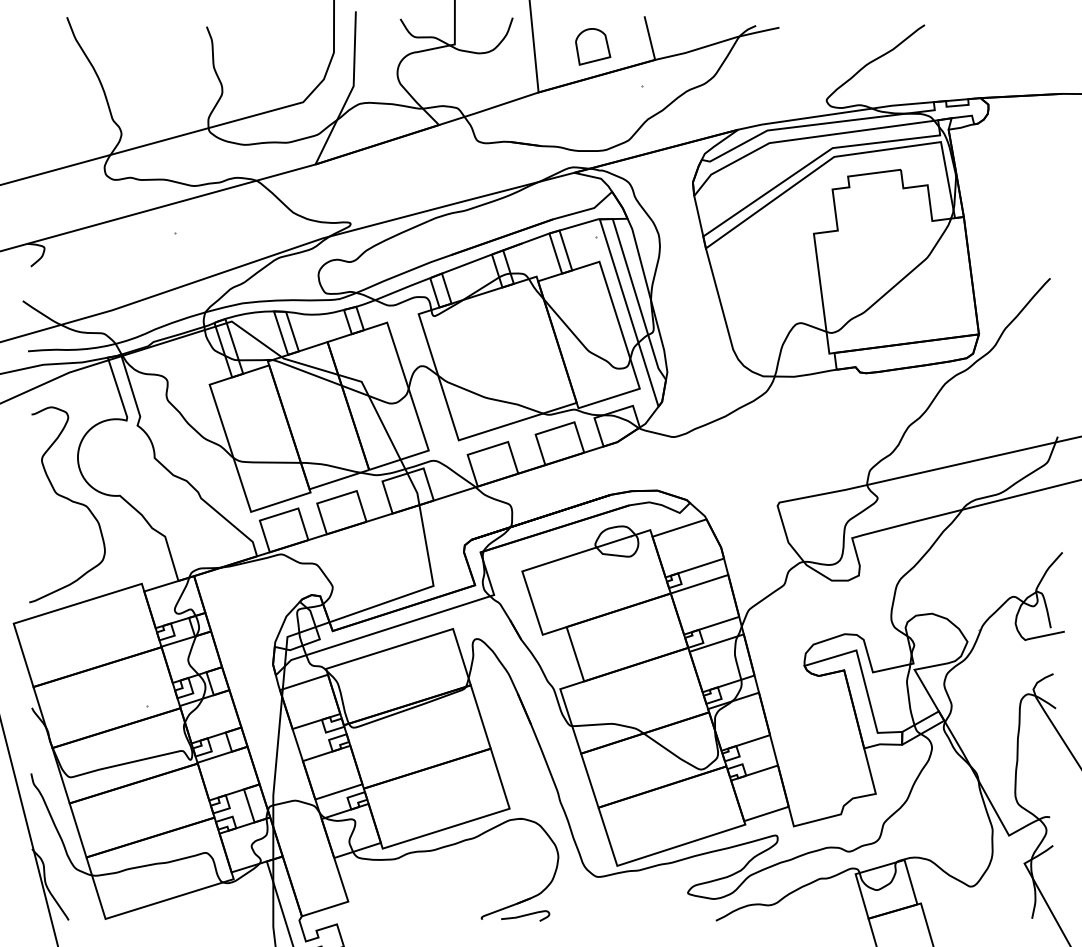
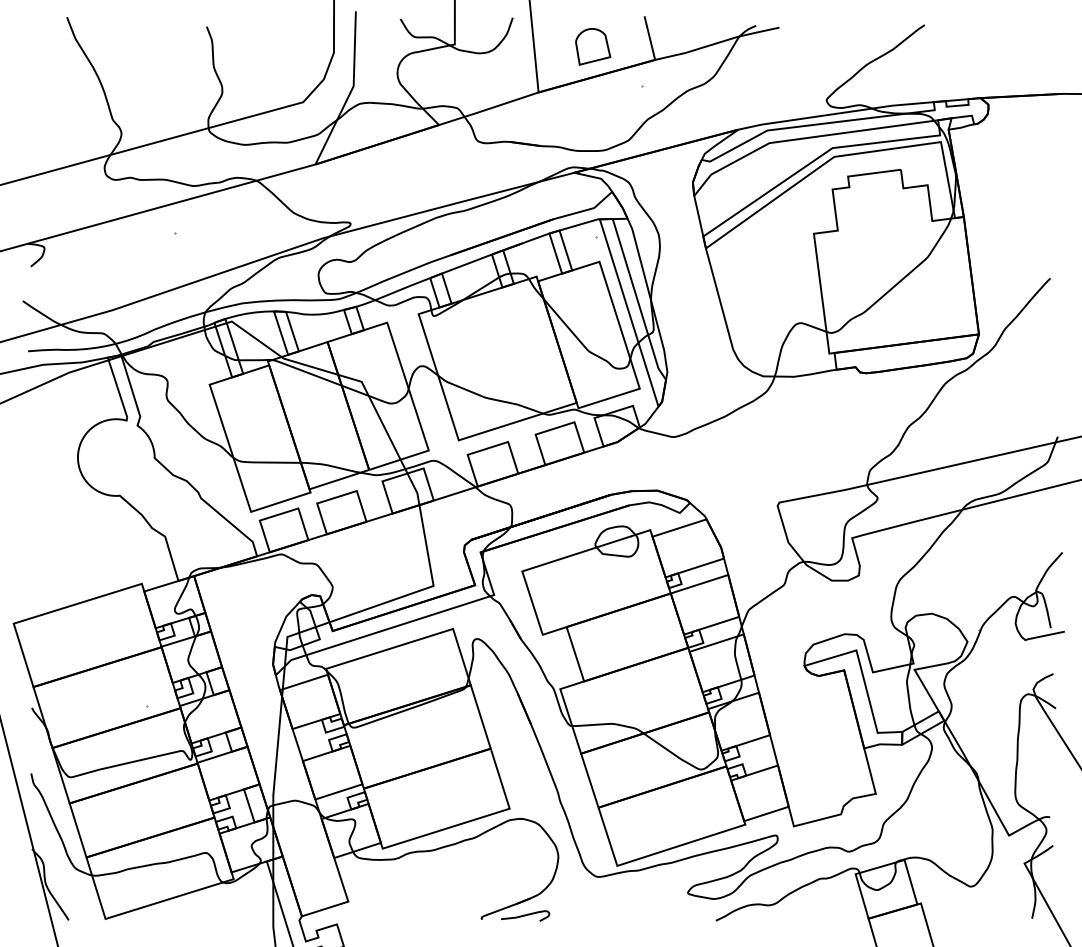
curve at (68, 500): present -> none
